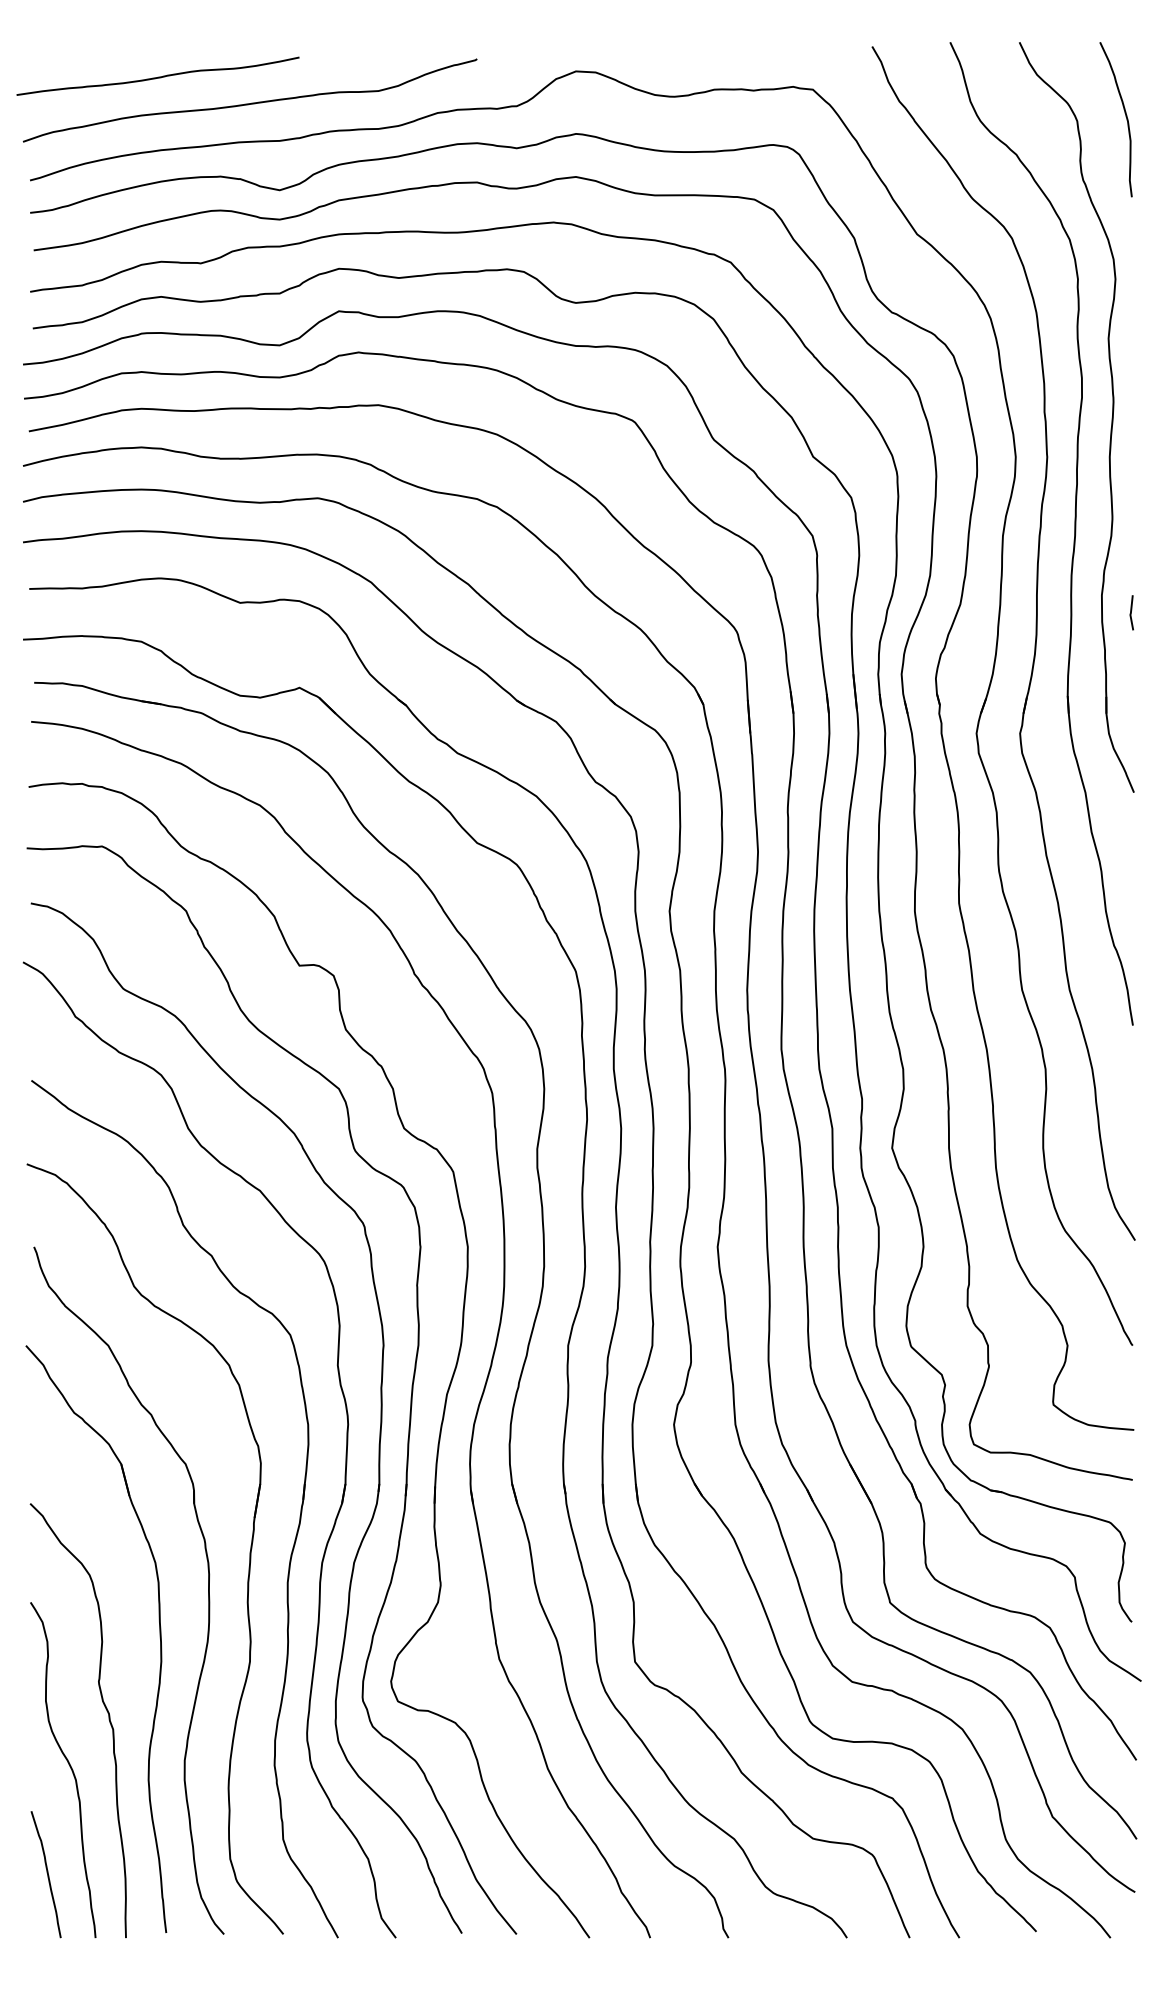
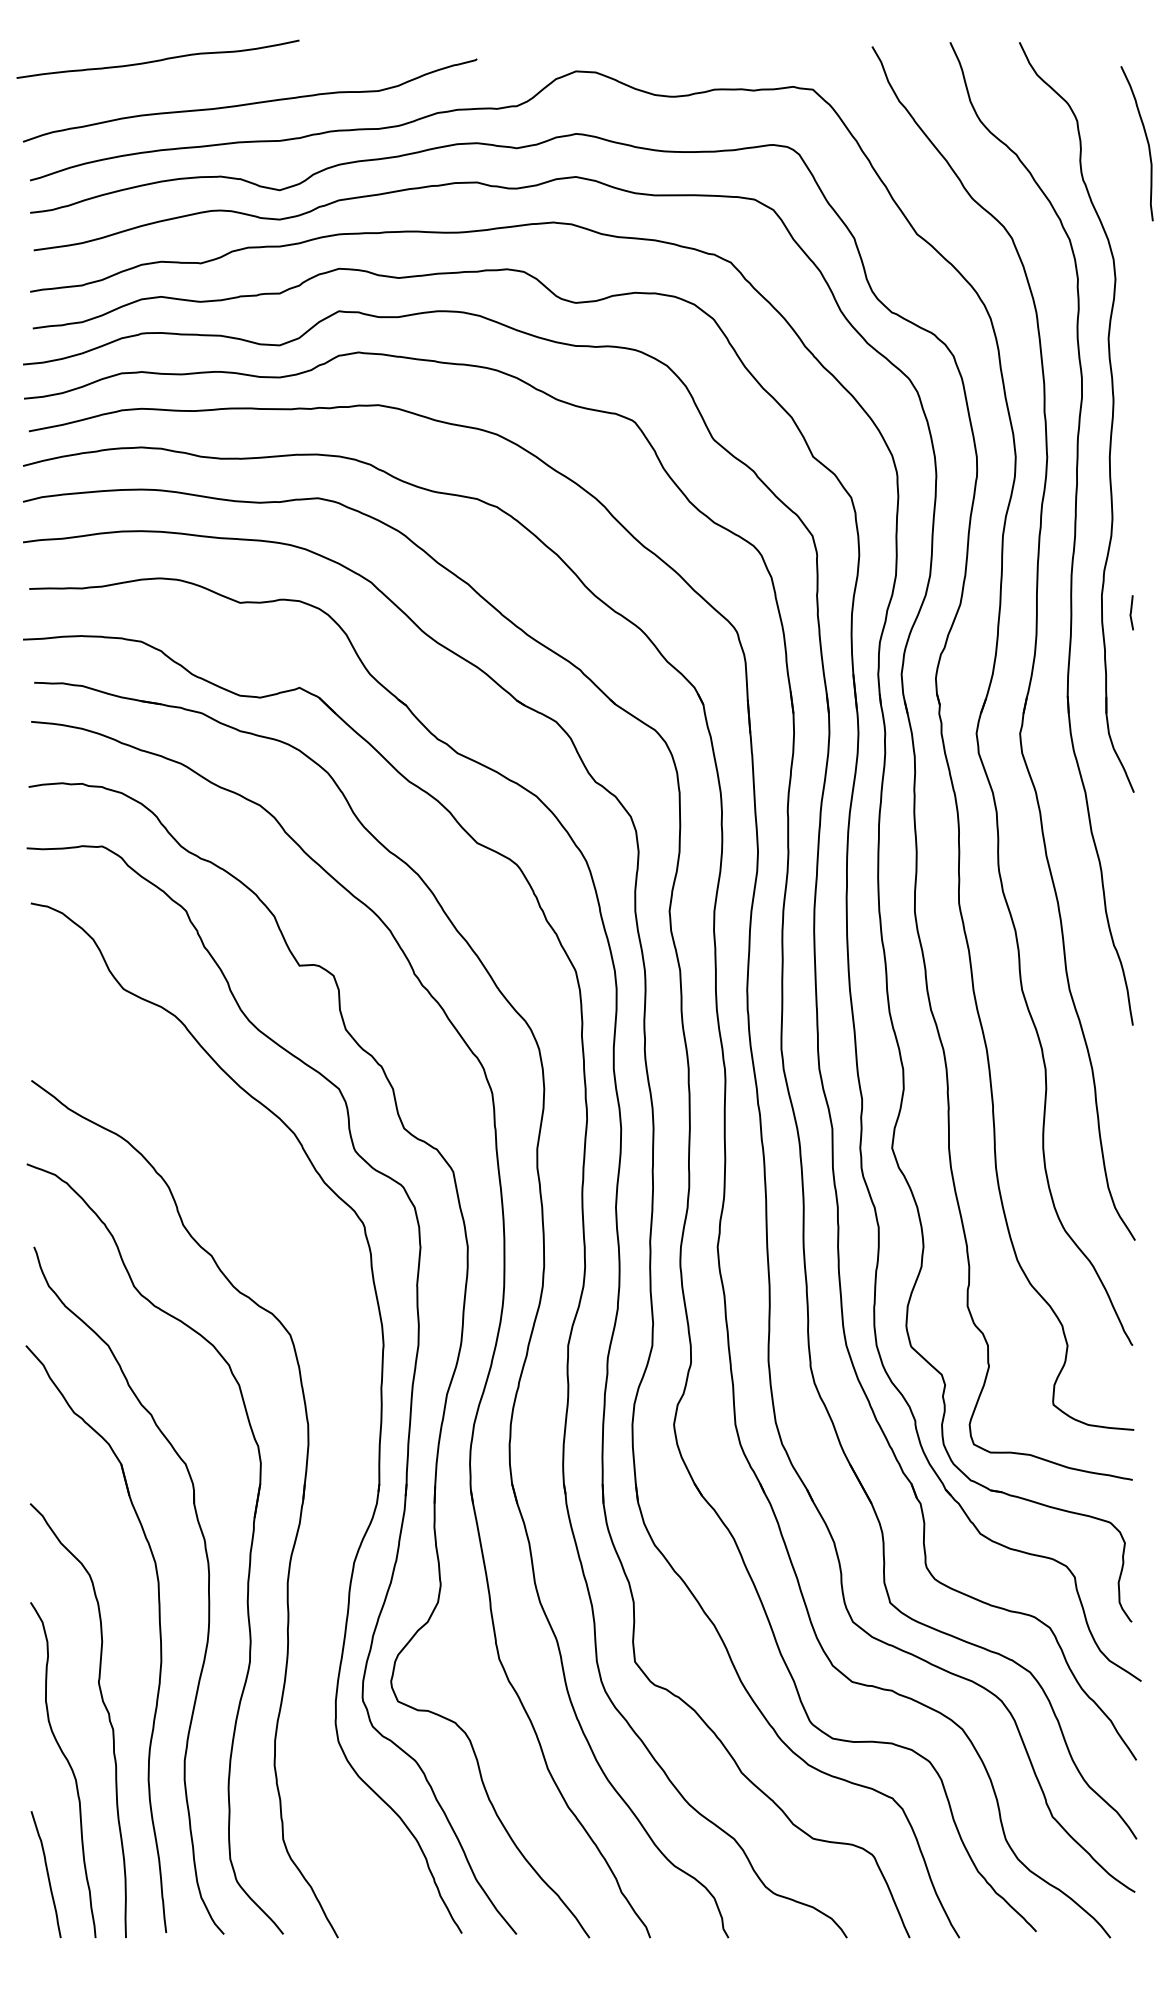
curve at (158, 76) position: (158, 76) -> (158, 59)
curve at (1125, 116) position: (1125, 116) -> (1146, 140)
part at (345, 1452): present -> none
